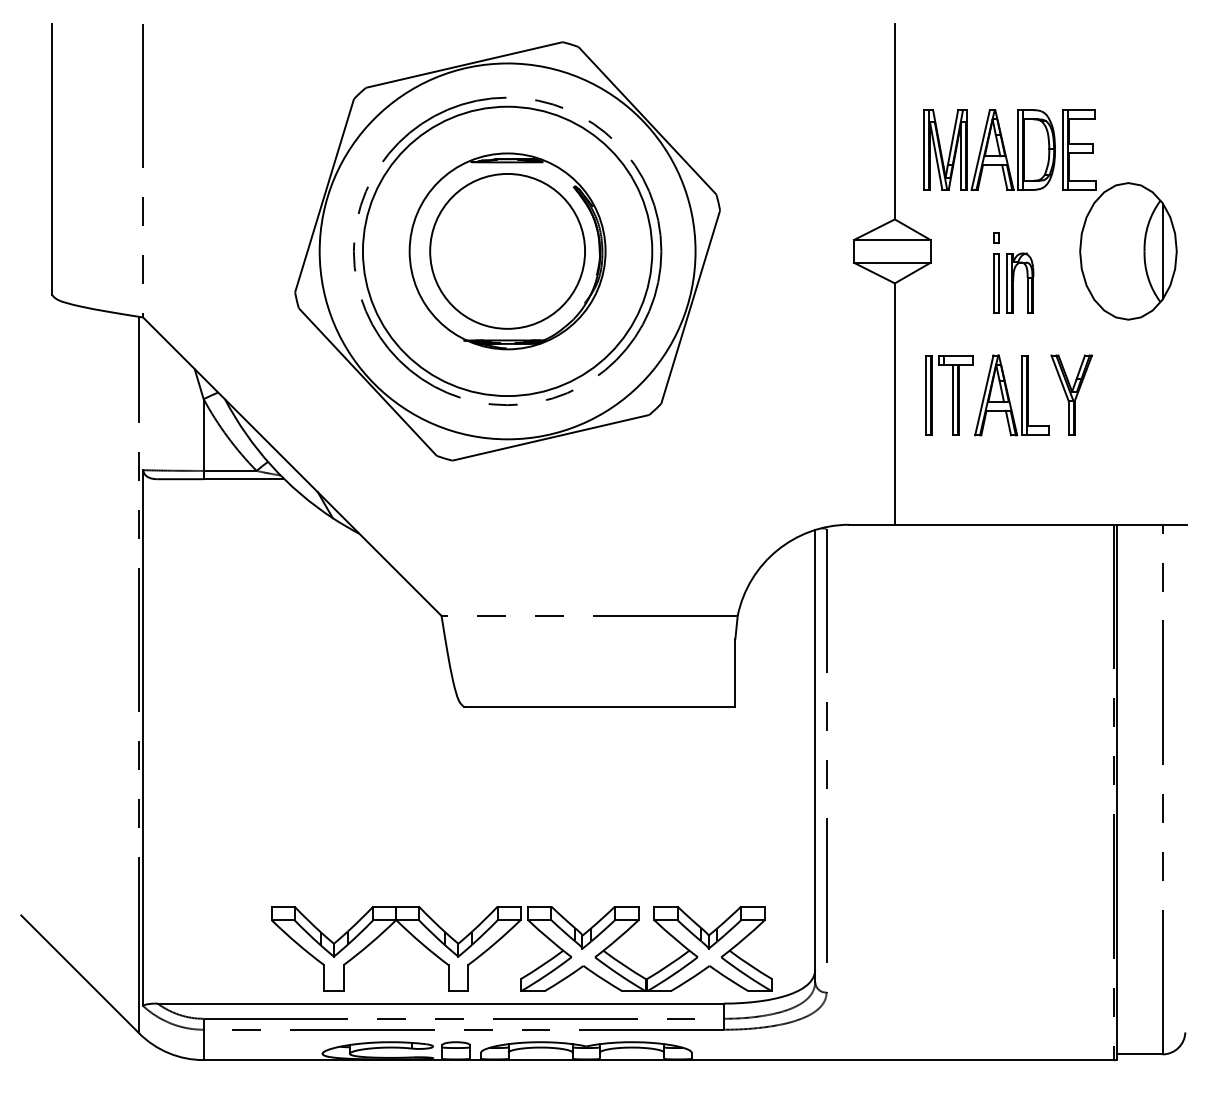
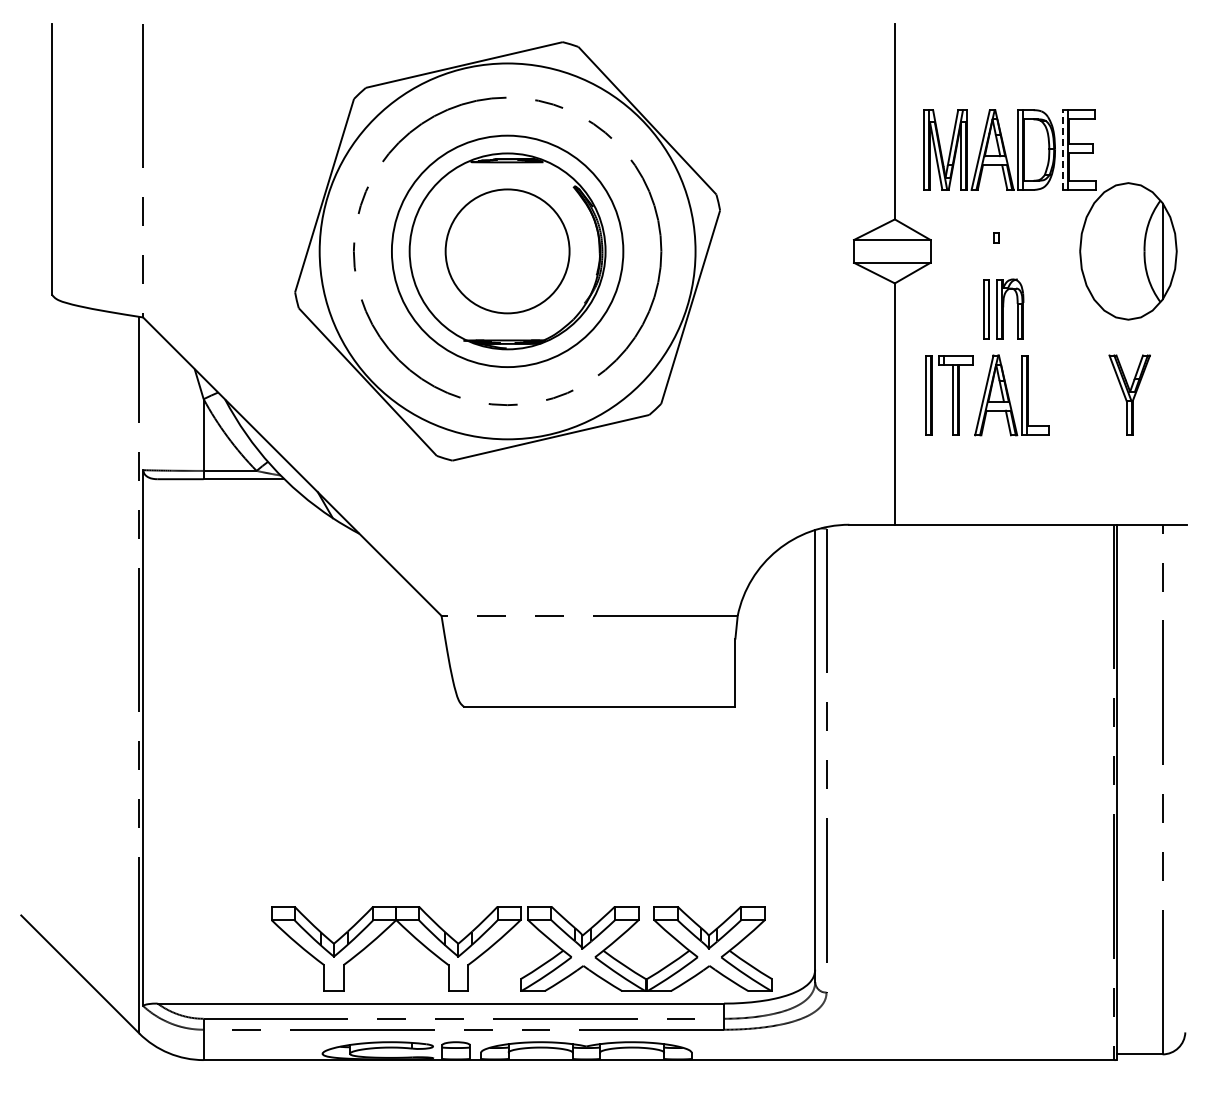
line at (1063, 150): solid -> dashed
circle at (507, 250) diameter: 155 px -> 124 px
circle at (507, 251) diameter: 289 px -> 231 px
part at (1013, 282) position: (1013, 282) -> (1003, 308)
part at (1071, 394) position: (1071, 394) -> (1129, 394)
